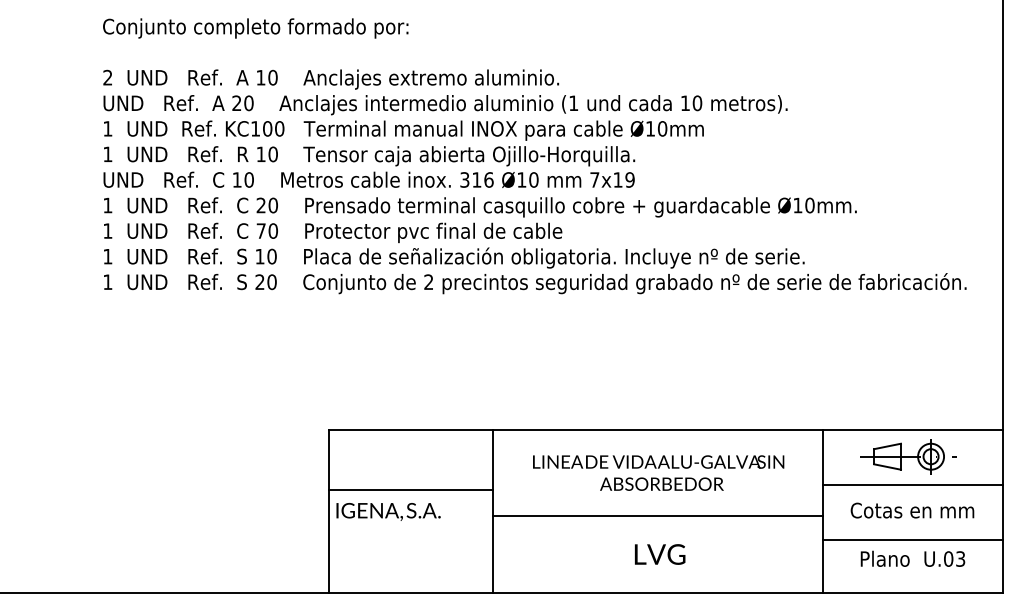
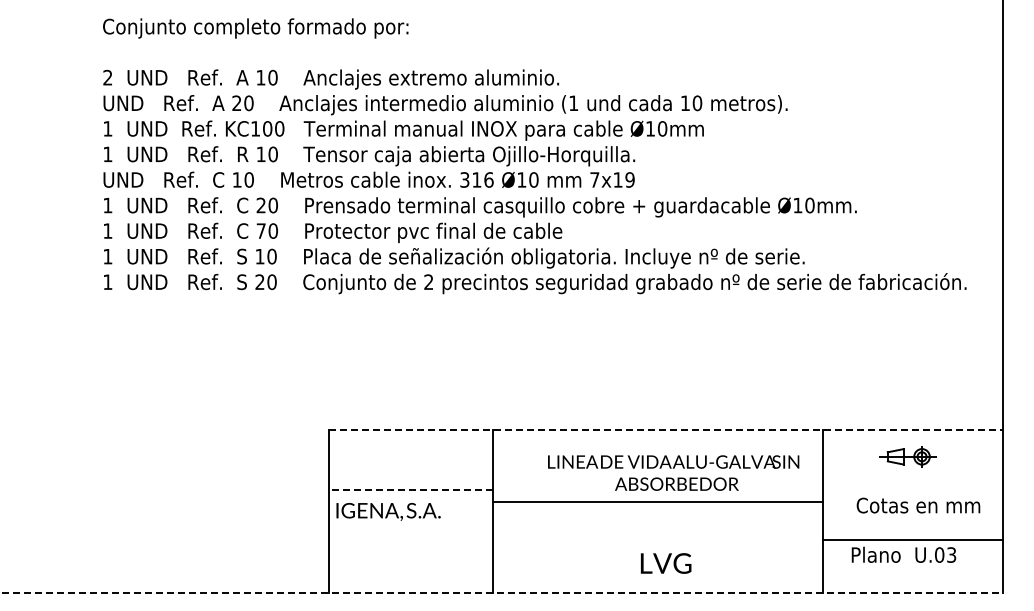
line at (666, 429): solid -> dashed
part at (908, 456) size: 97x36 px -> 58x22 px
text at (658, 472) position: (658, 472) -> (673, 472)
line at (912, 485): present -> none
line at (410, 490): solid -> dashed
text at (912, 510) position: (912, 510) -> (918, 505)
line at (657, 516) position: (657, 516) -> (657, 502)
text at (660, 554) position: (660, 554) -> (666, 563)
text at (912, 558) position: (912, 558) -> (903, 554)
line at (501, 592): solid -> dashed
